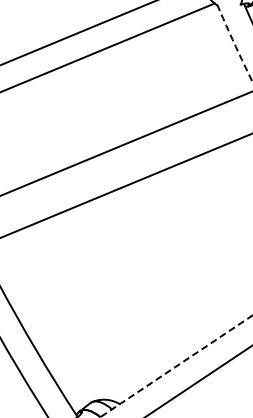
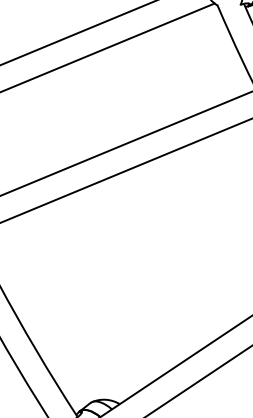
arc at (234, 44): dashed -> solid
line at (125, 185) position: (125, 185) -> (125, 170)
line at (175, 366): dashed -> solid
